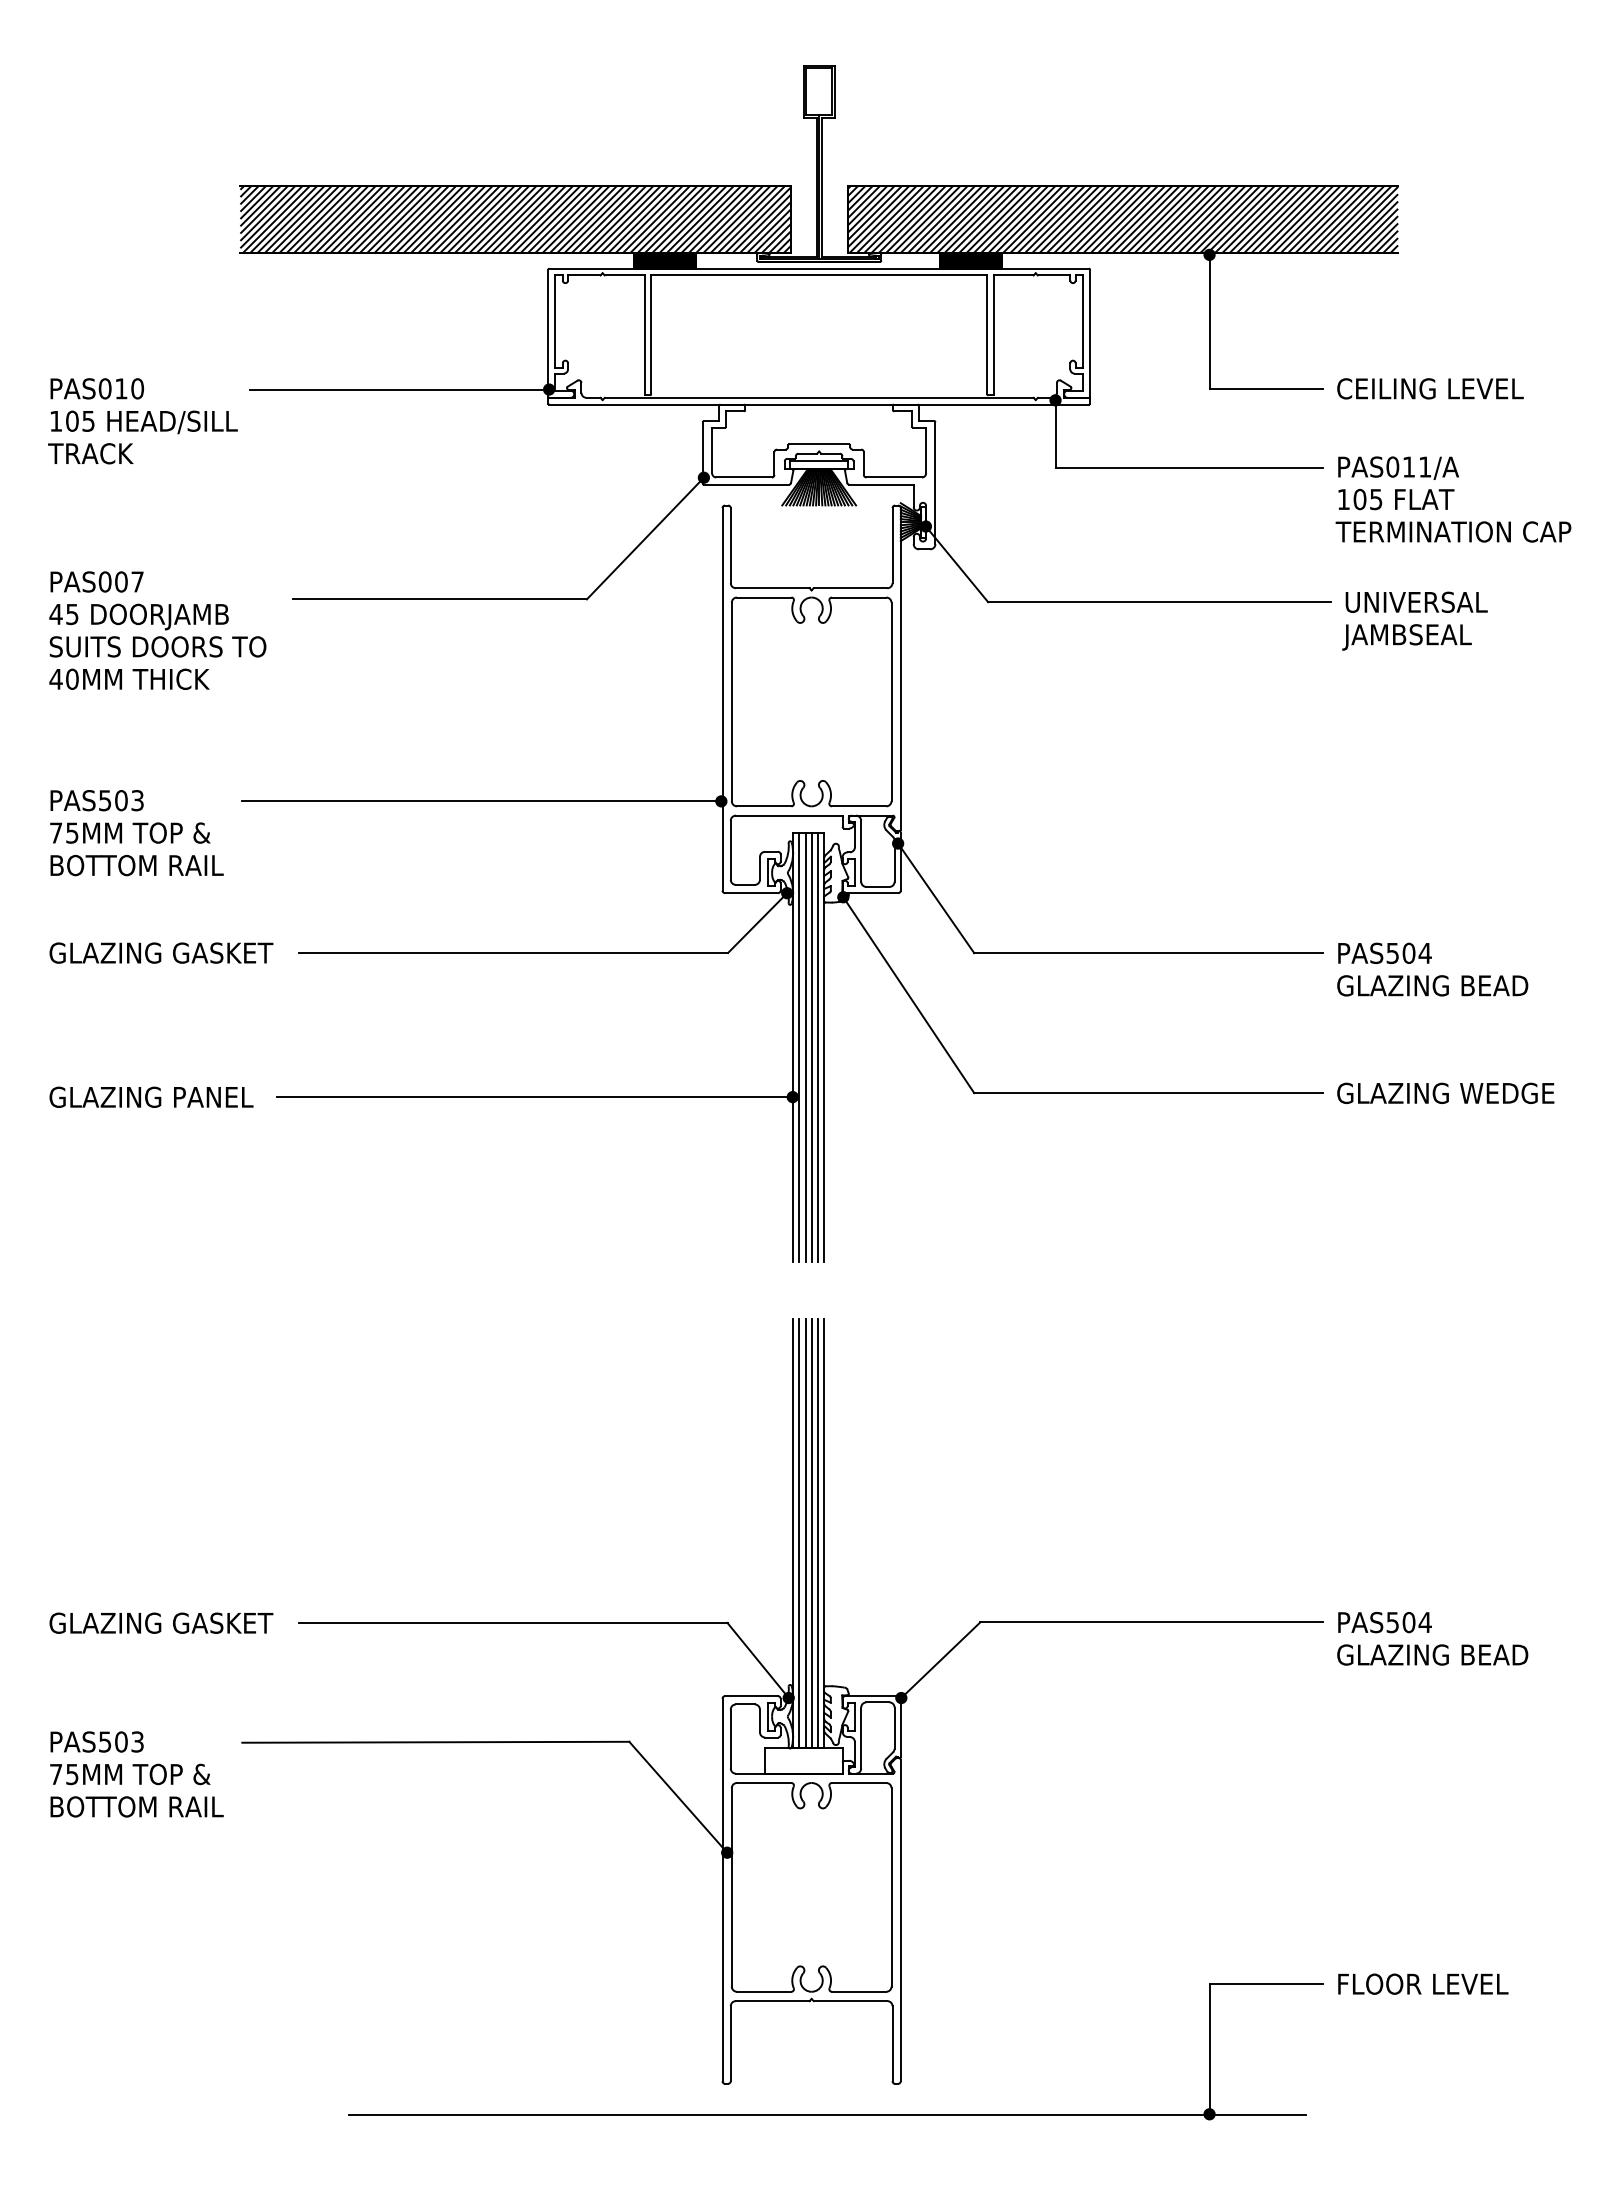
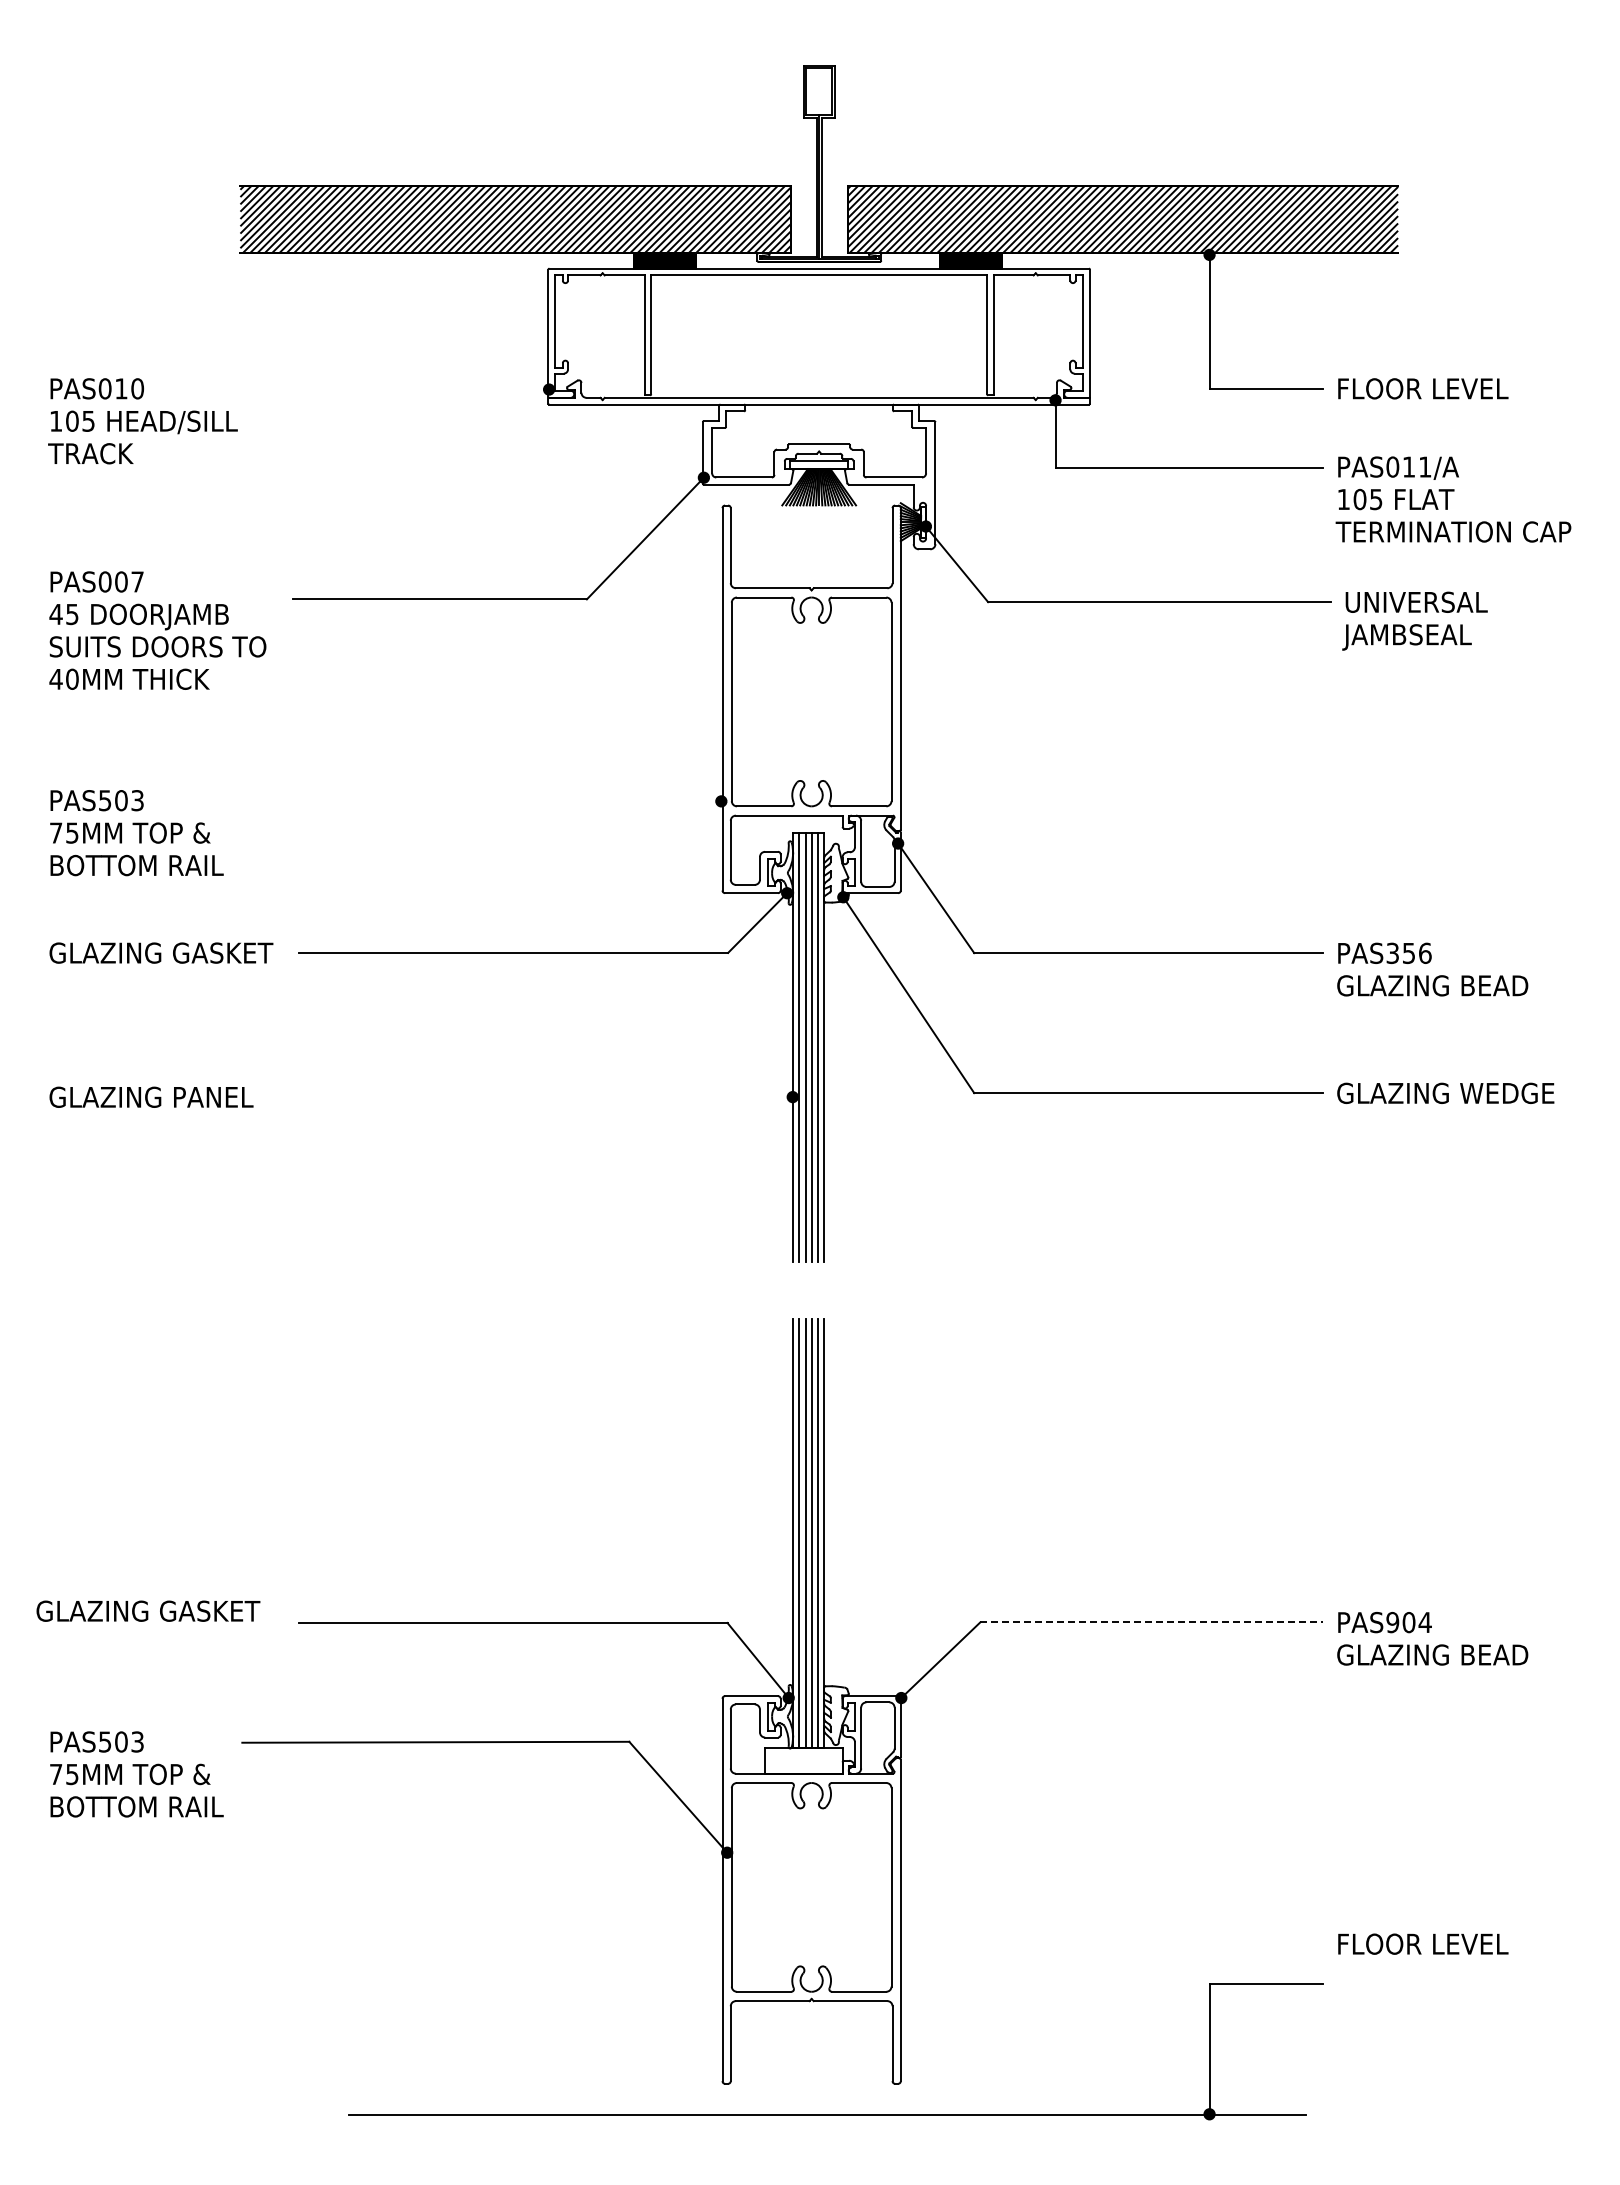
text at (1430, 388): CEILING LEVEL -> FLOOR LEVEL
line at (399, 389): present -> none
line at (481, 801): present -> none
text at (1409, 953): PAS504 -> PAS356
line at (534, 1097): present -> none
text at (1392, 1621): PAS504 -> PAS904
text at (161, 1622) position: (161, 1622) -> (148, 1610)
line at (1152, 1622): solid -> dashed
text at (1423, 1983) position: (1423, 1983) -> (1423, 1943)
